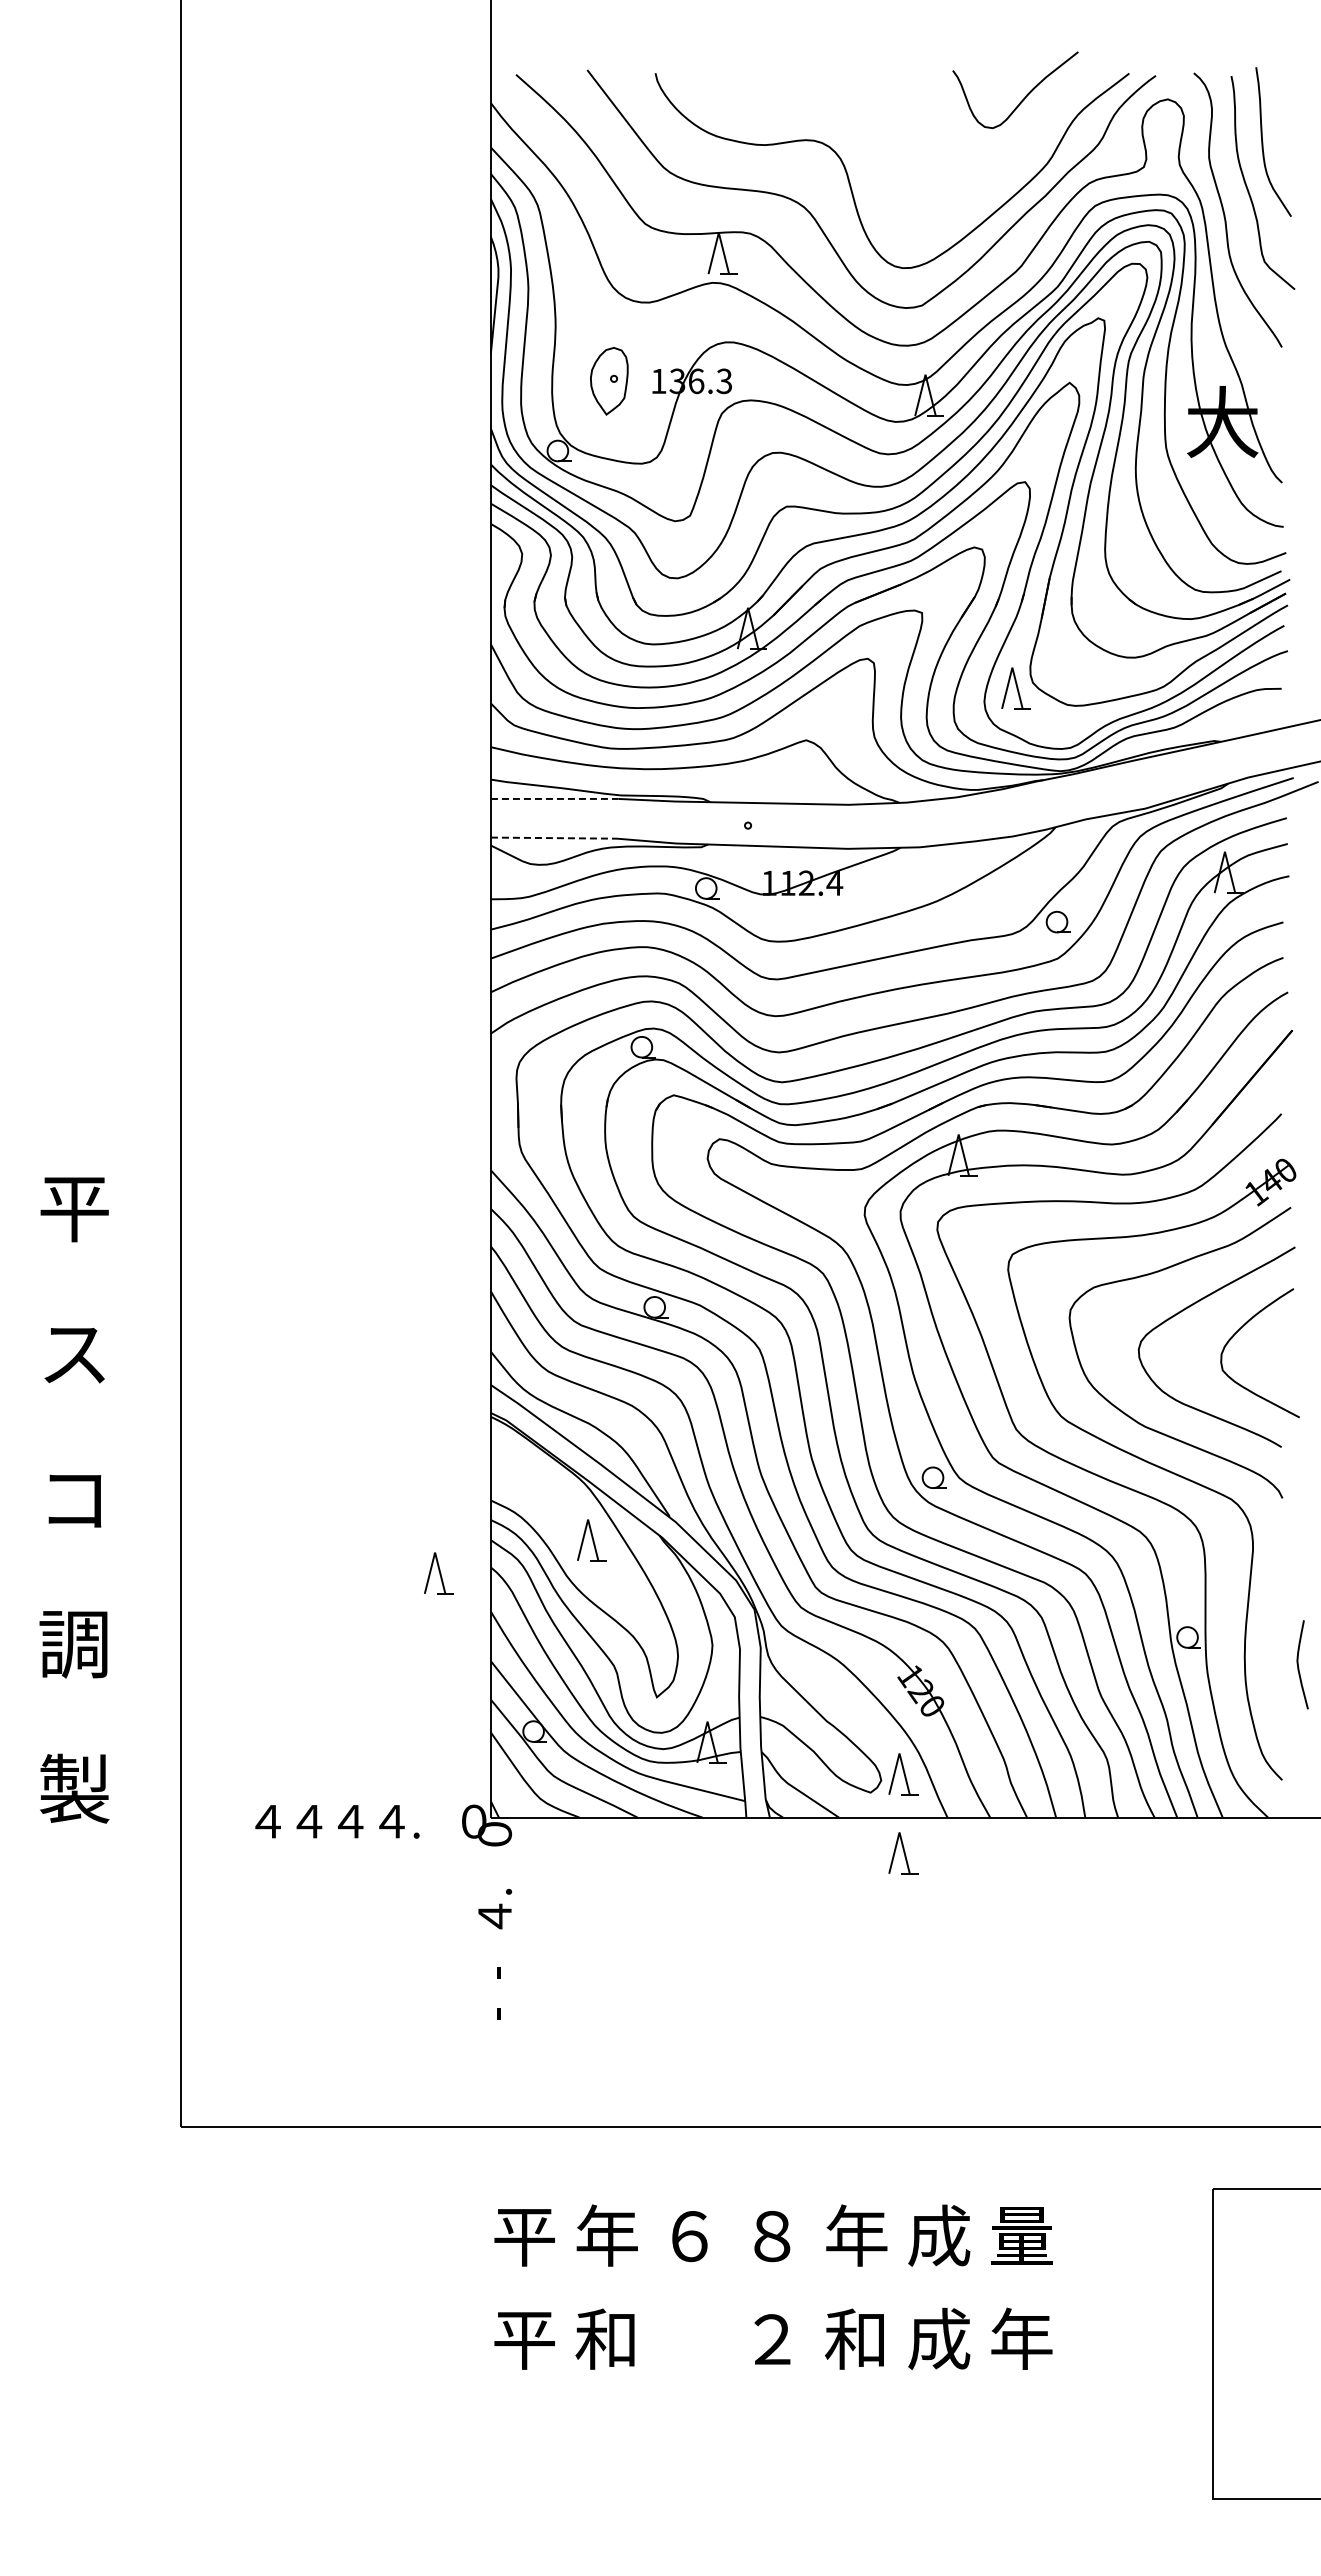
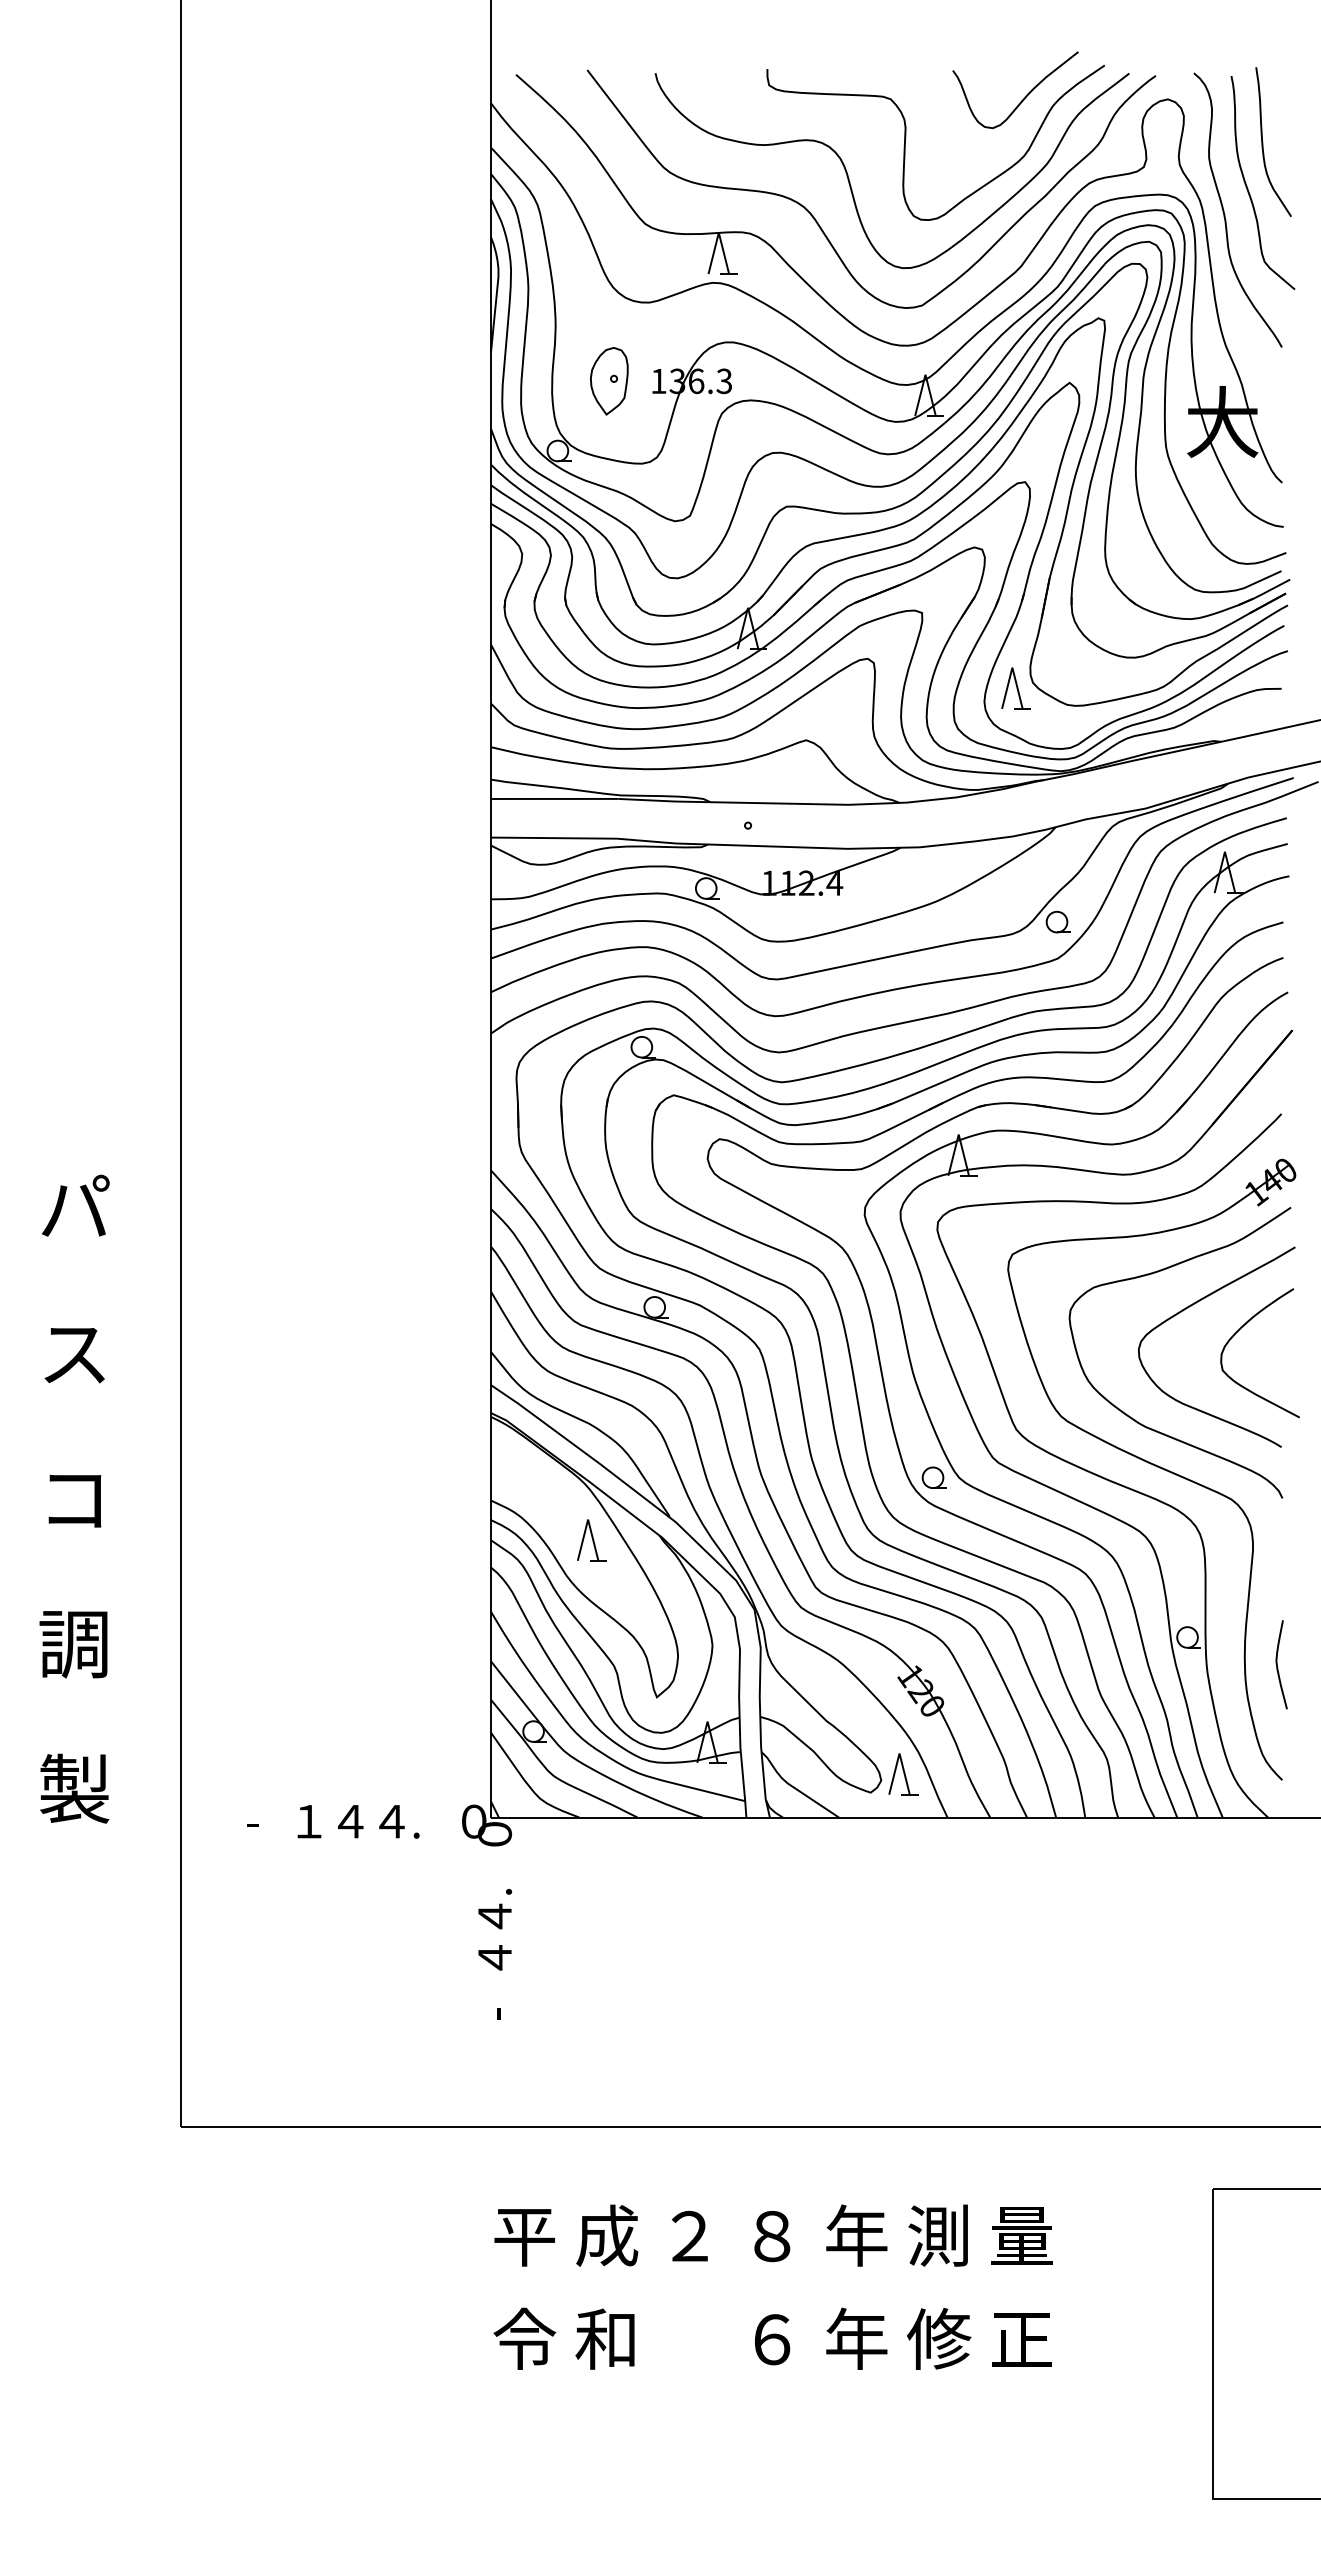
curve at (906, 137): none -> present
line at (554, 798): dashed -> solid
line at (554, 838): dashed -> solid
text at (74, 1208): 平 -> パ
part at (438, 1573): present -> none
curve at (1298, 1664) position: (1298, 1664) -> (1277, 1664)
text at (263, 1821): ４ -> -
text at (309, 1821): ４ -> １
part at (903, 1853): present -> none
text at (494, 1961): - -> ４
text at (607, 2235): 年 -> 成
text at (939, 2235): 成 -> 測
text at (689, 2236): ６ -> ２
text at (524, 2338): 平 -> 令
text at (856, 2338): 和 -> 年
text at (939, 2338): 成 -> 修
text at (1021, 2338): 年 -> 正
text at (772, 2339): ２ -> ６
